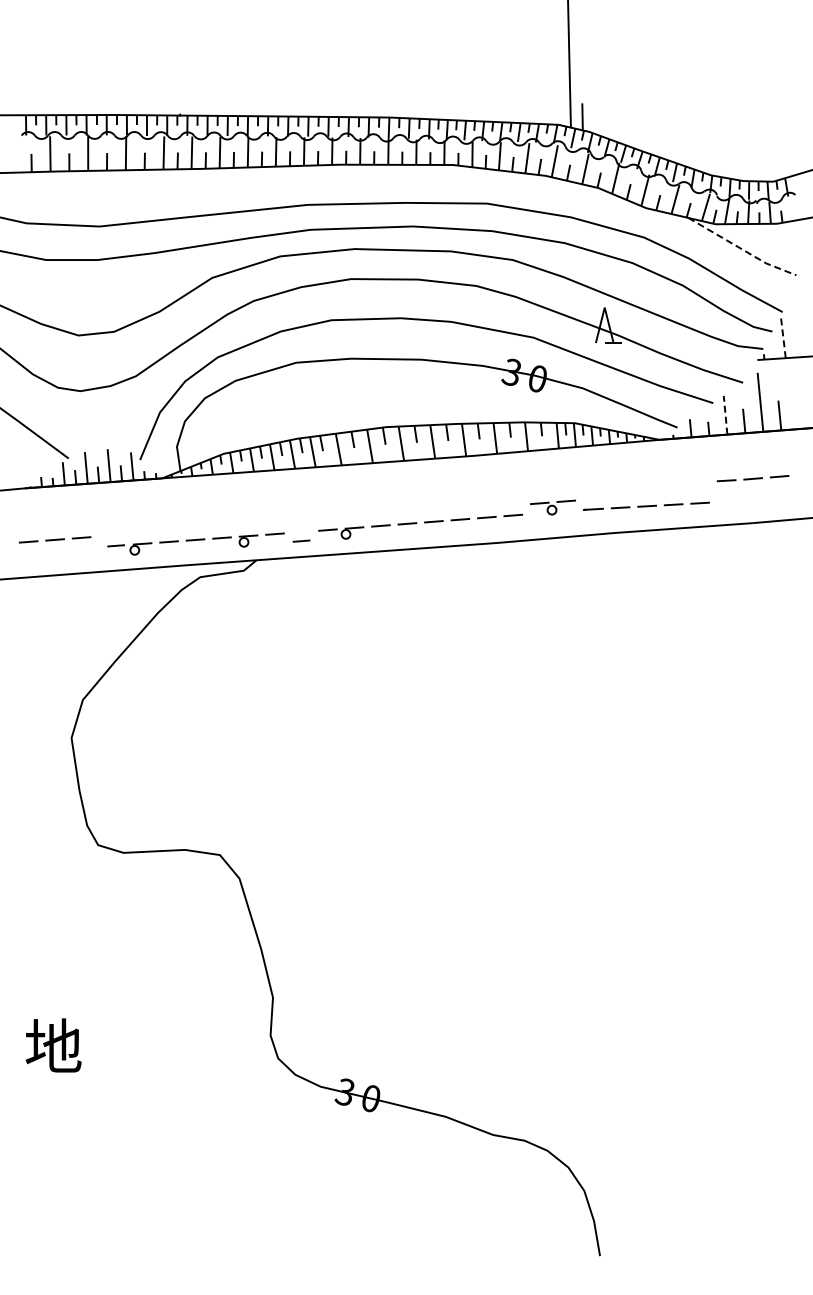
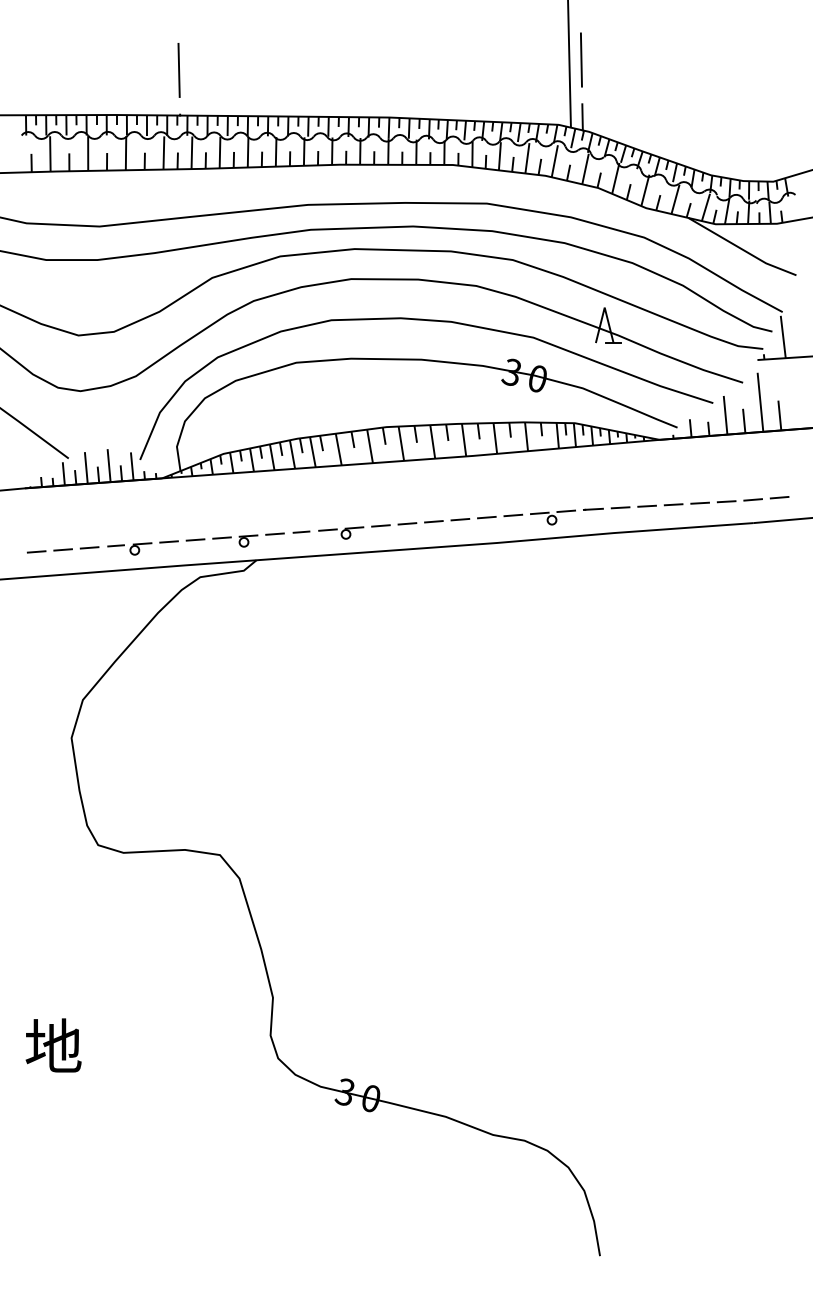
line at (580, 59): none -> present
line at (178, 69): none -> present
line at (742, 249): dashed -> solid
line at (783, 336): dashed -> solid
line at (725, 414): dashed -> solid
part at (753, 478) position: (753, 478) -> (753, 499)
part at (552, 507) position: (552, 507) -> (552, 517)
line at (54, 539) position: (54, 539) -> (62, 549)
line at (301, 540) position: (301, 540) -> (301, 531)
